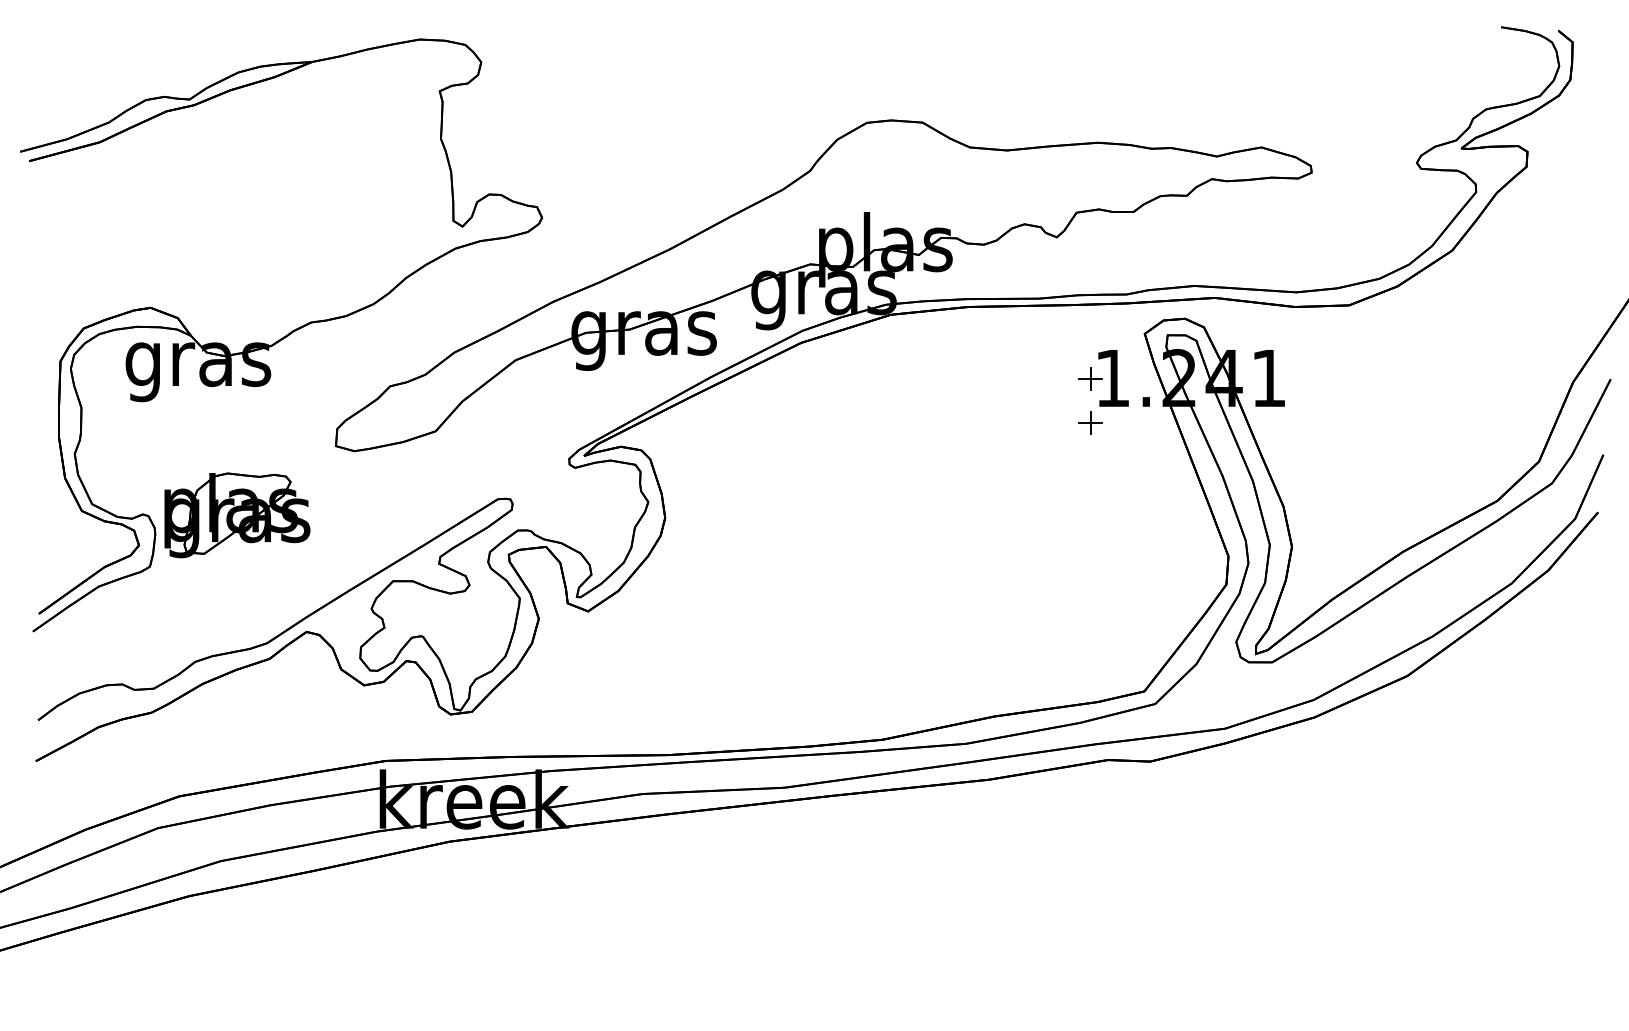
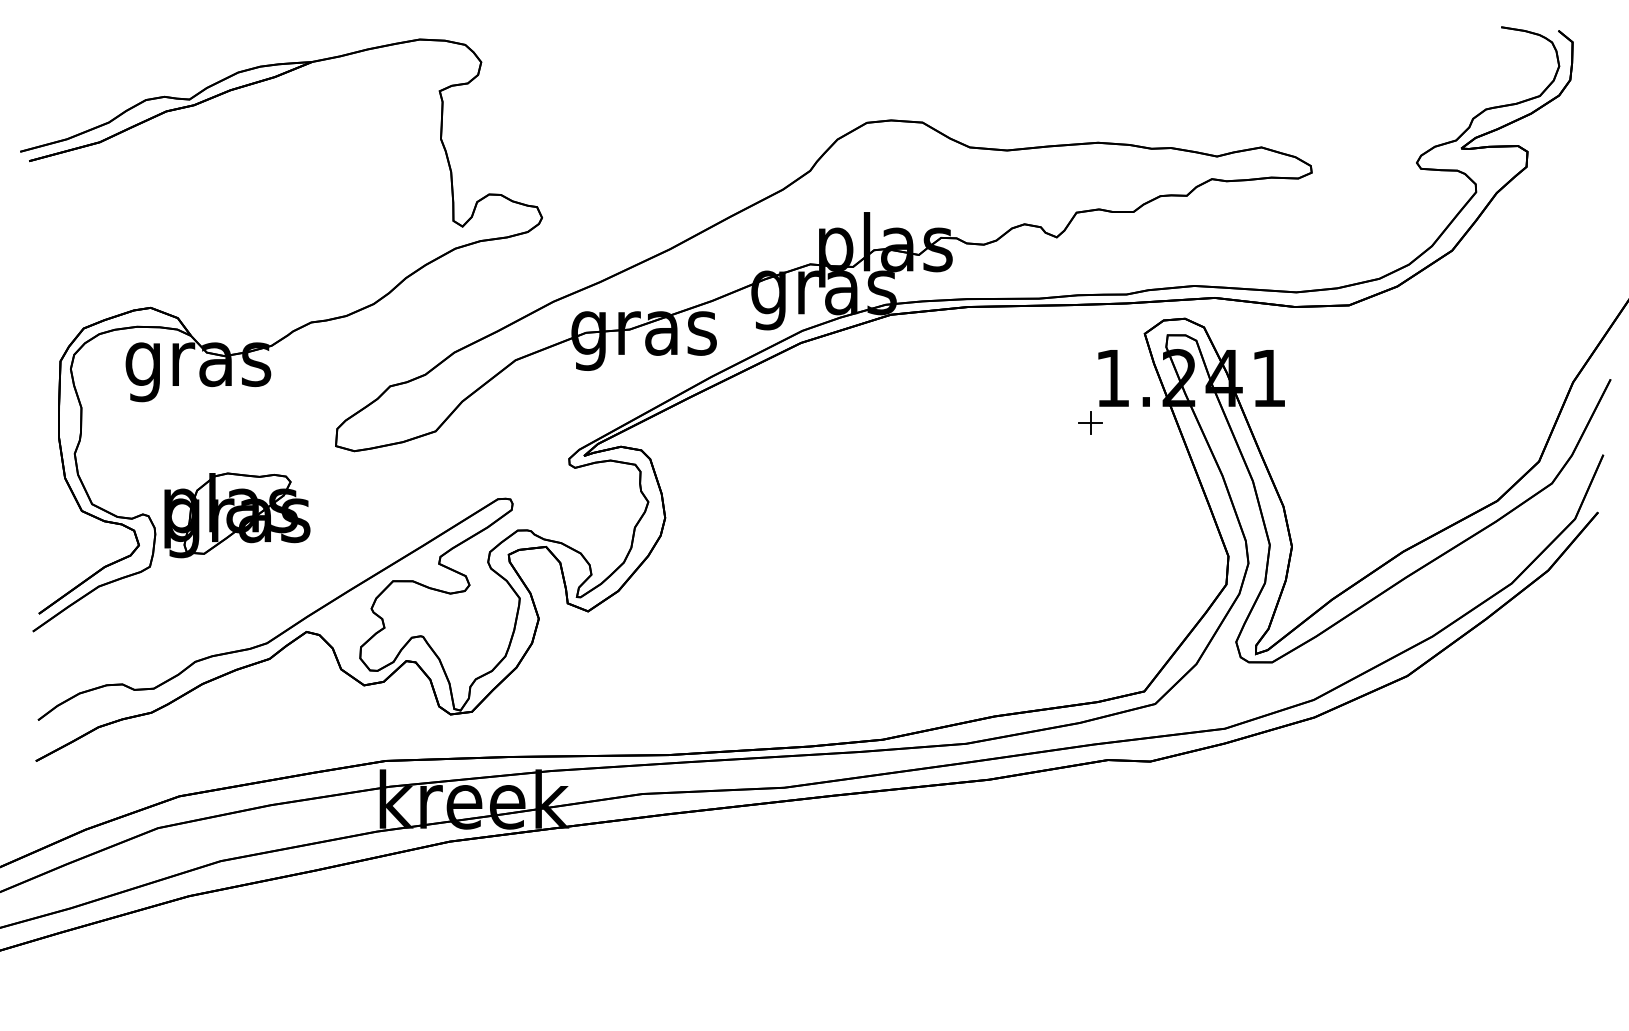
part at (1090, 378): present -> none
